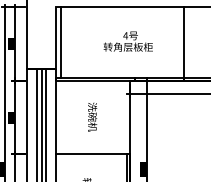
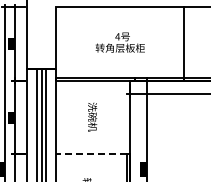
text at (127, 41) position: (127, 41) -> (119, 42)
line at (61, 42): present -> none
line at (91, 154): solid -> dashed
